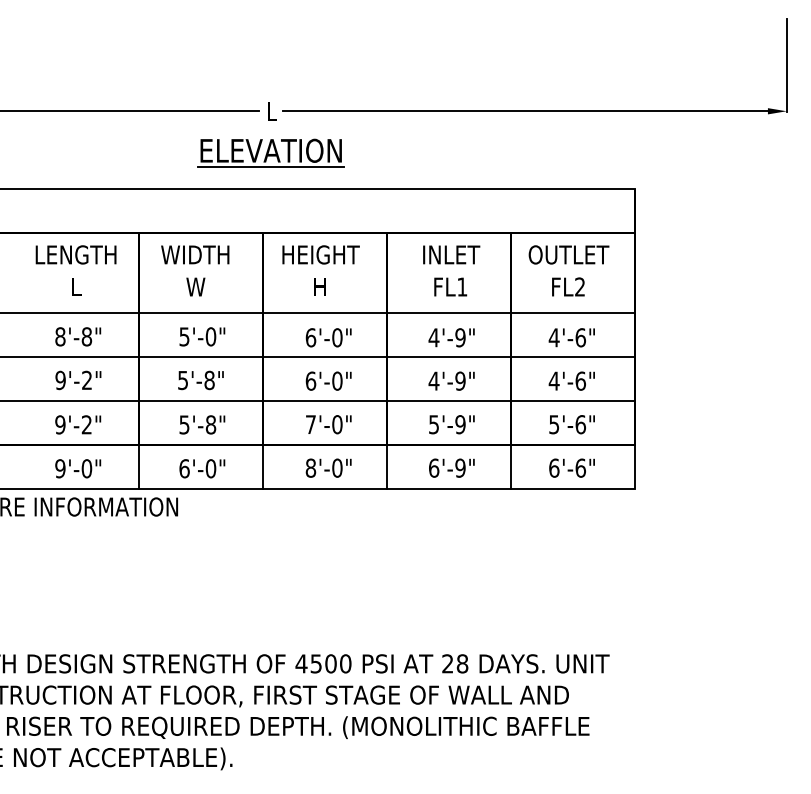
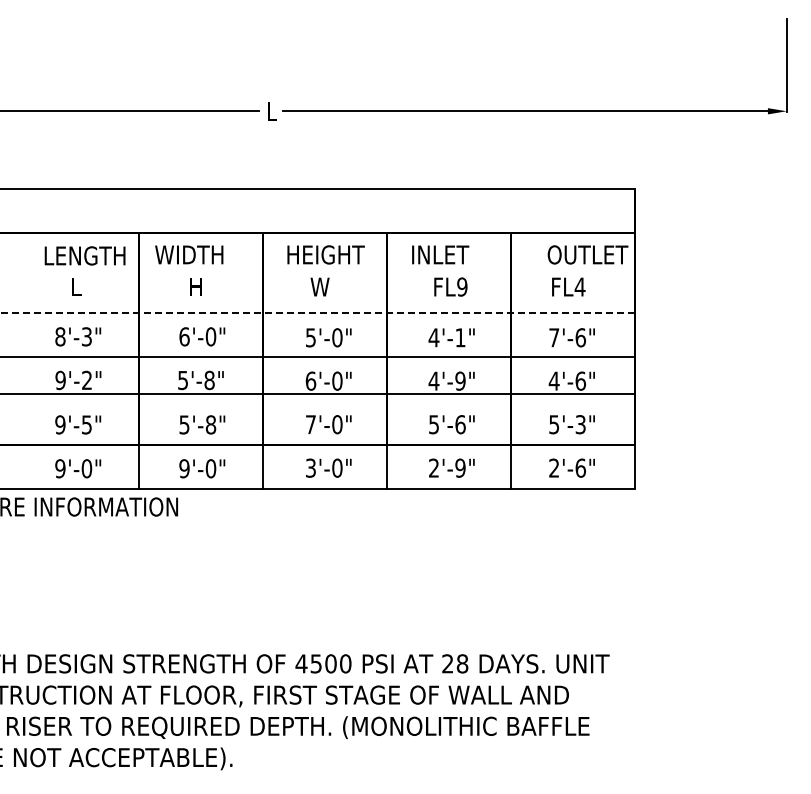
part at (270, 152): present -> none
text at (75, 254) position: (75, 254) -> (84, 255)
text at (195, 254) position: (195, 254) -> (189, 254)
text at (320, 254) position: (320, 254) -> (325, 254)
text at (451, 254) position: (451, 254) -> (440, 254)
text at (568, 254) position: (568, 254) -> (587, 254)
text at (195, 286): W -> H
text at (319, 286): H -> W
text at (462, 286): FL1 -> FL9
text at (579, 286): FL2 -> FL4
line at (318, 313): solid -> dashed
text at (86, 336): 8'-8" -> 8'-3"
text at (184, 336): 5'-0" -> 6'-0"
text at (310, 337): 6'-0" -> 5'-0"
text at (460, 337): 4'-9" -> 4'-1"
text at (553, 337): 4'-6" -> 7'-6"
line at (318, 401) position: (318, 401) -> (318, 394)
text at (86, 424): 9'-2" -> 9'-5"
text at (460, 424): 5'-9" -> 5'-6"
text at (580, 424): 5'-6" -> 5'-3"
text at (310, 467): 8'-0" -> 3'-0"
text at (434, 467): 6'-9" -> 2'-9"
text at (554, 467): 6'-6" -> 2'-6"
text at (184, 468): 6'-0" -> 9'-0"
